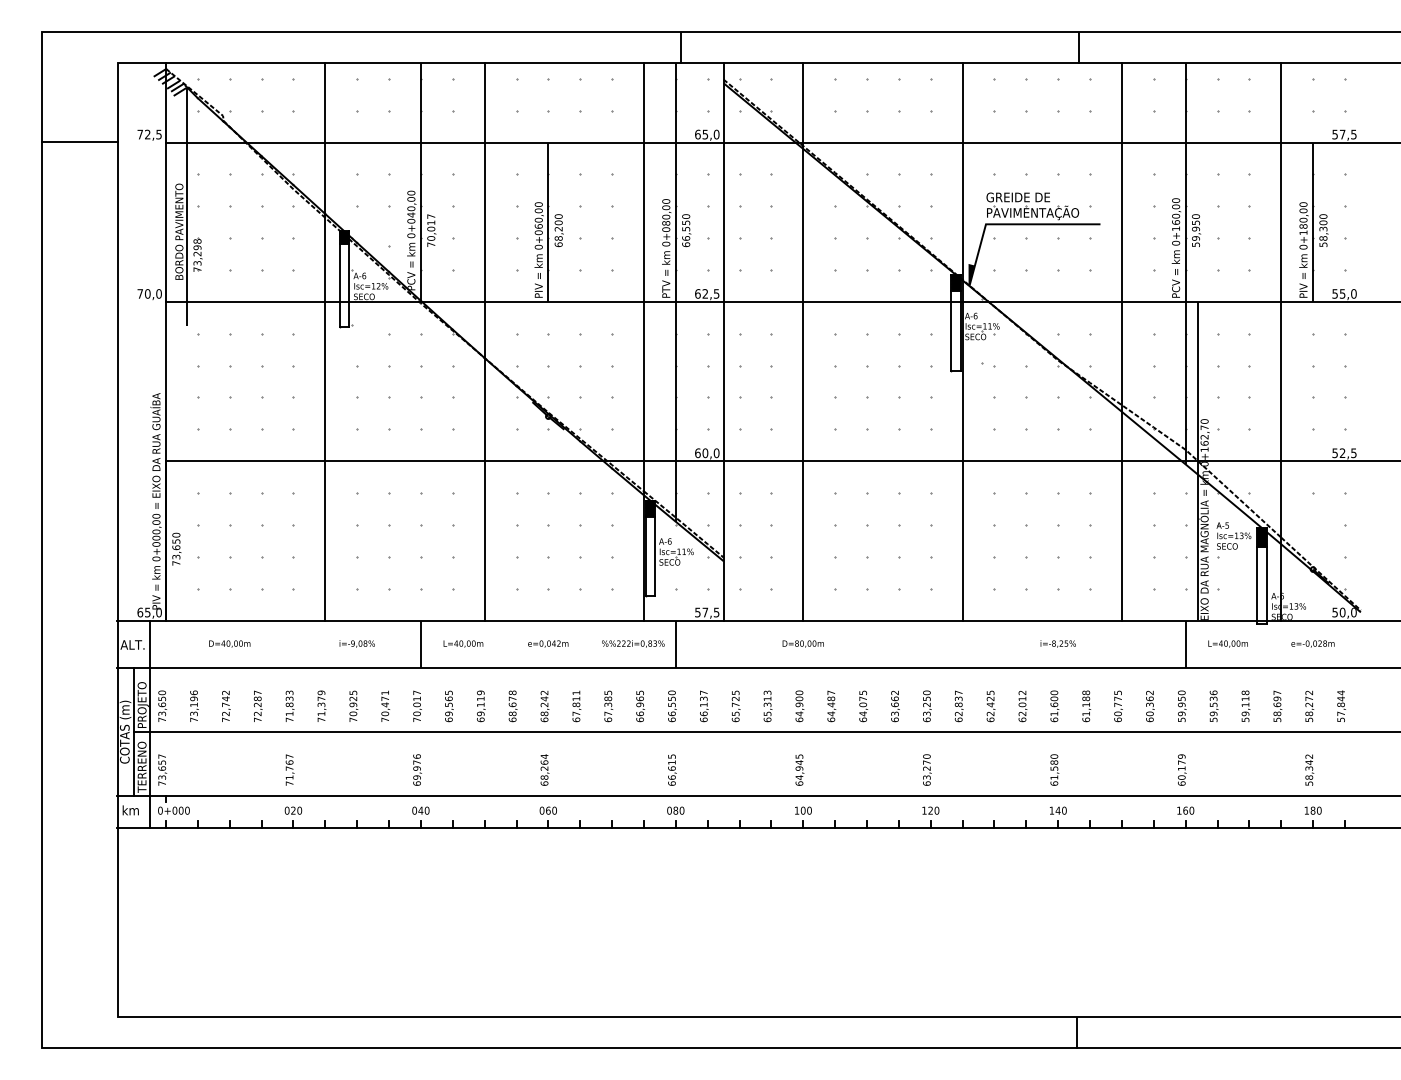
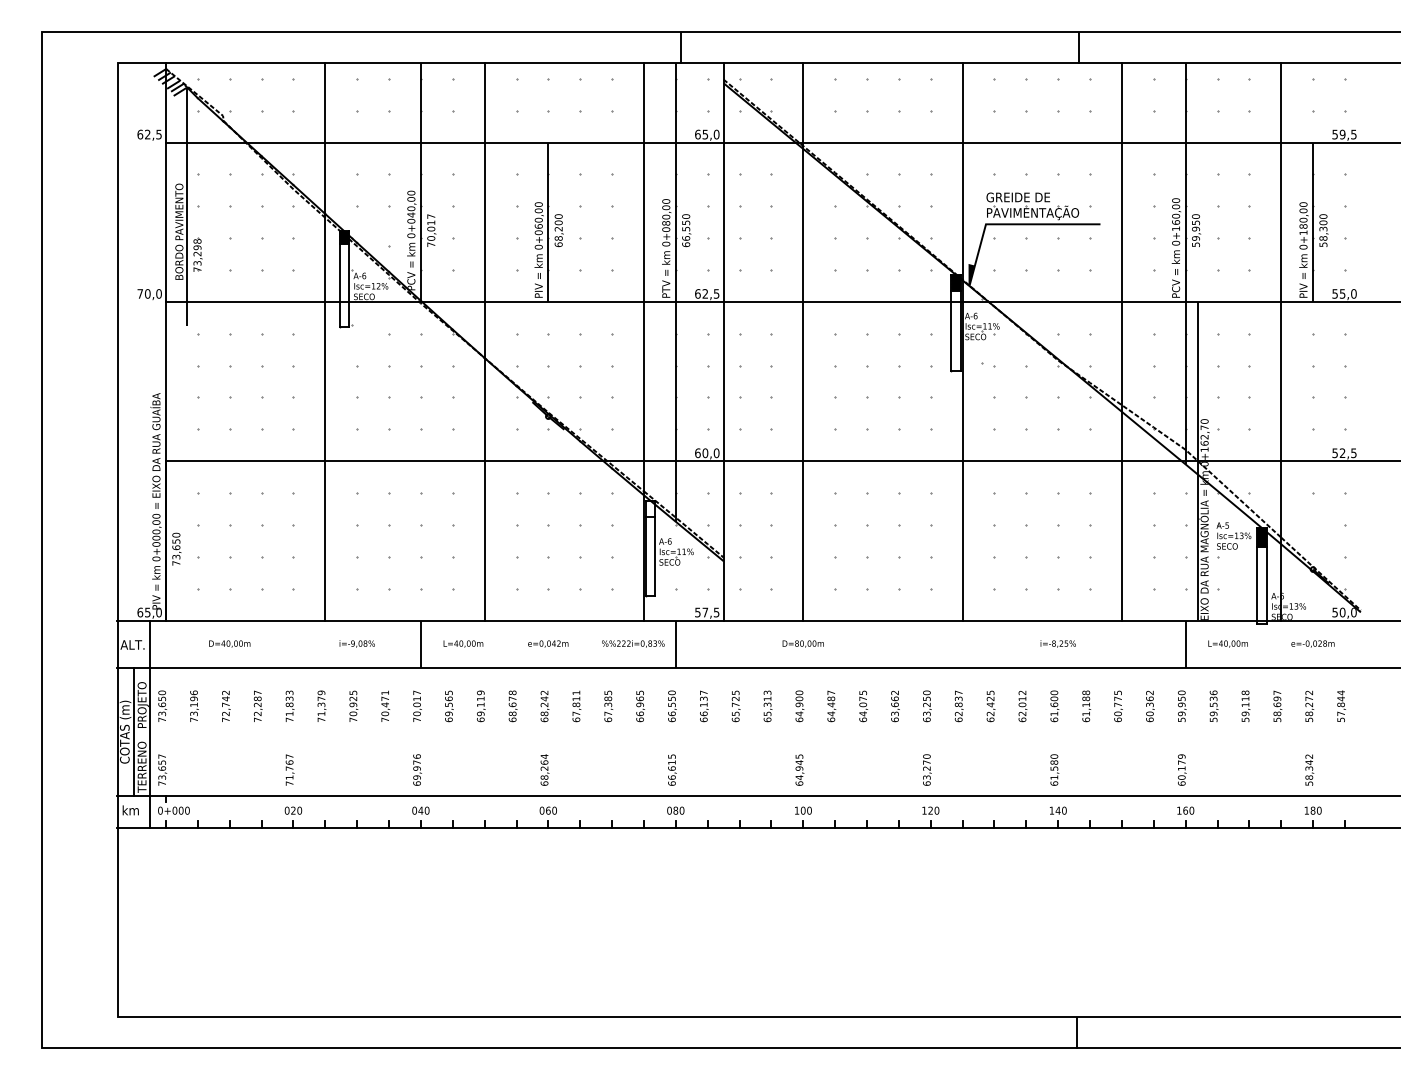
text at (140, 134): 72,5 -> 62,5
text at (1342, 134): 57,5 -> 59,5
line at (80, 142): present -> none
hatch at (650, 508): present -> none
line at (765, 732): present -> none
